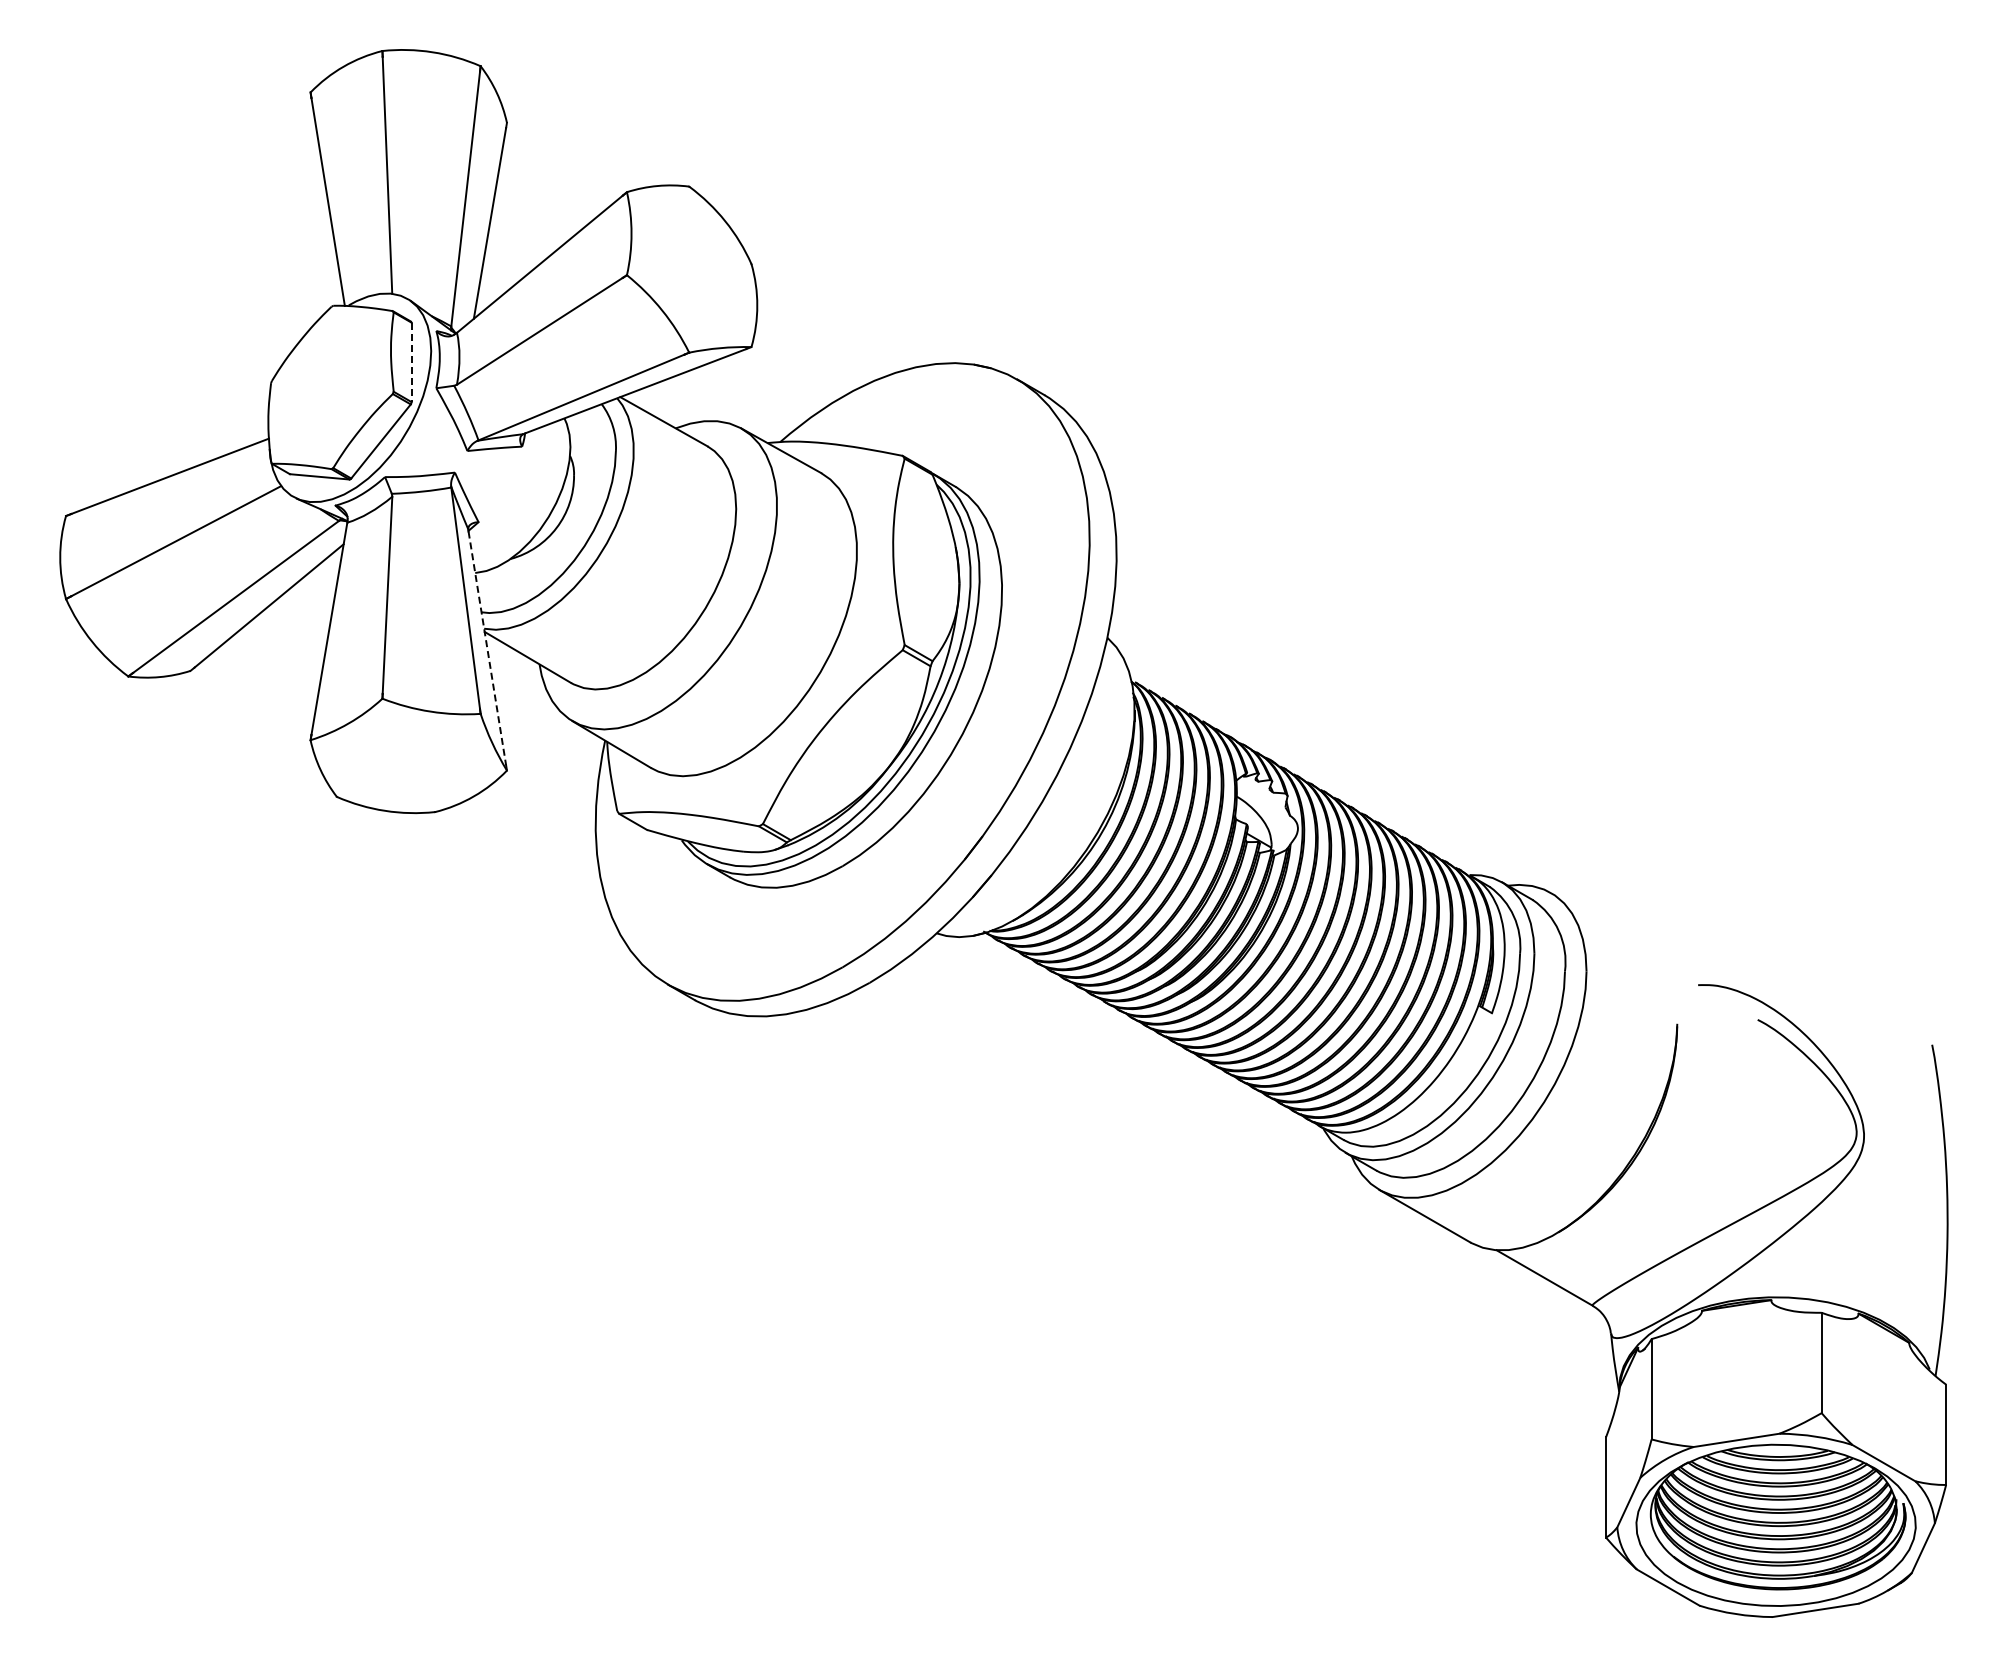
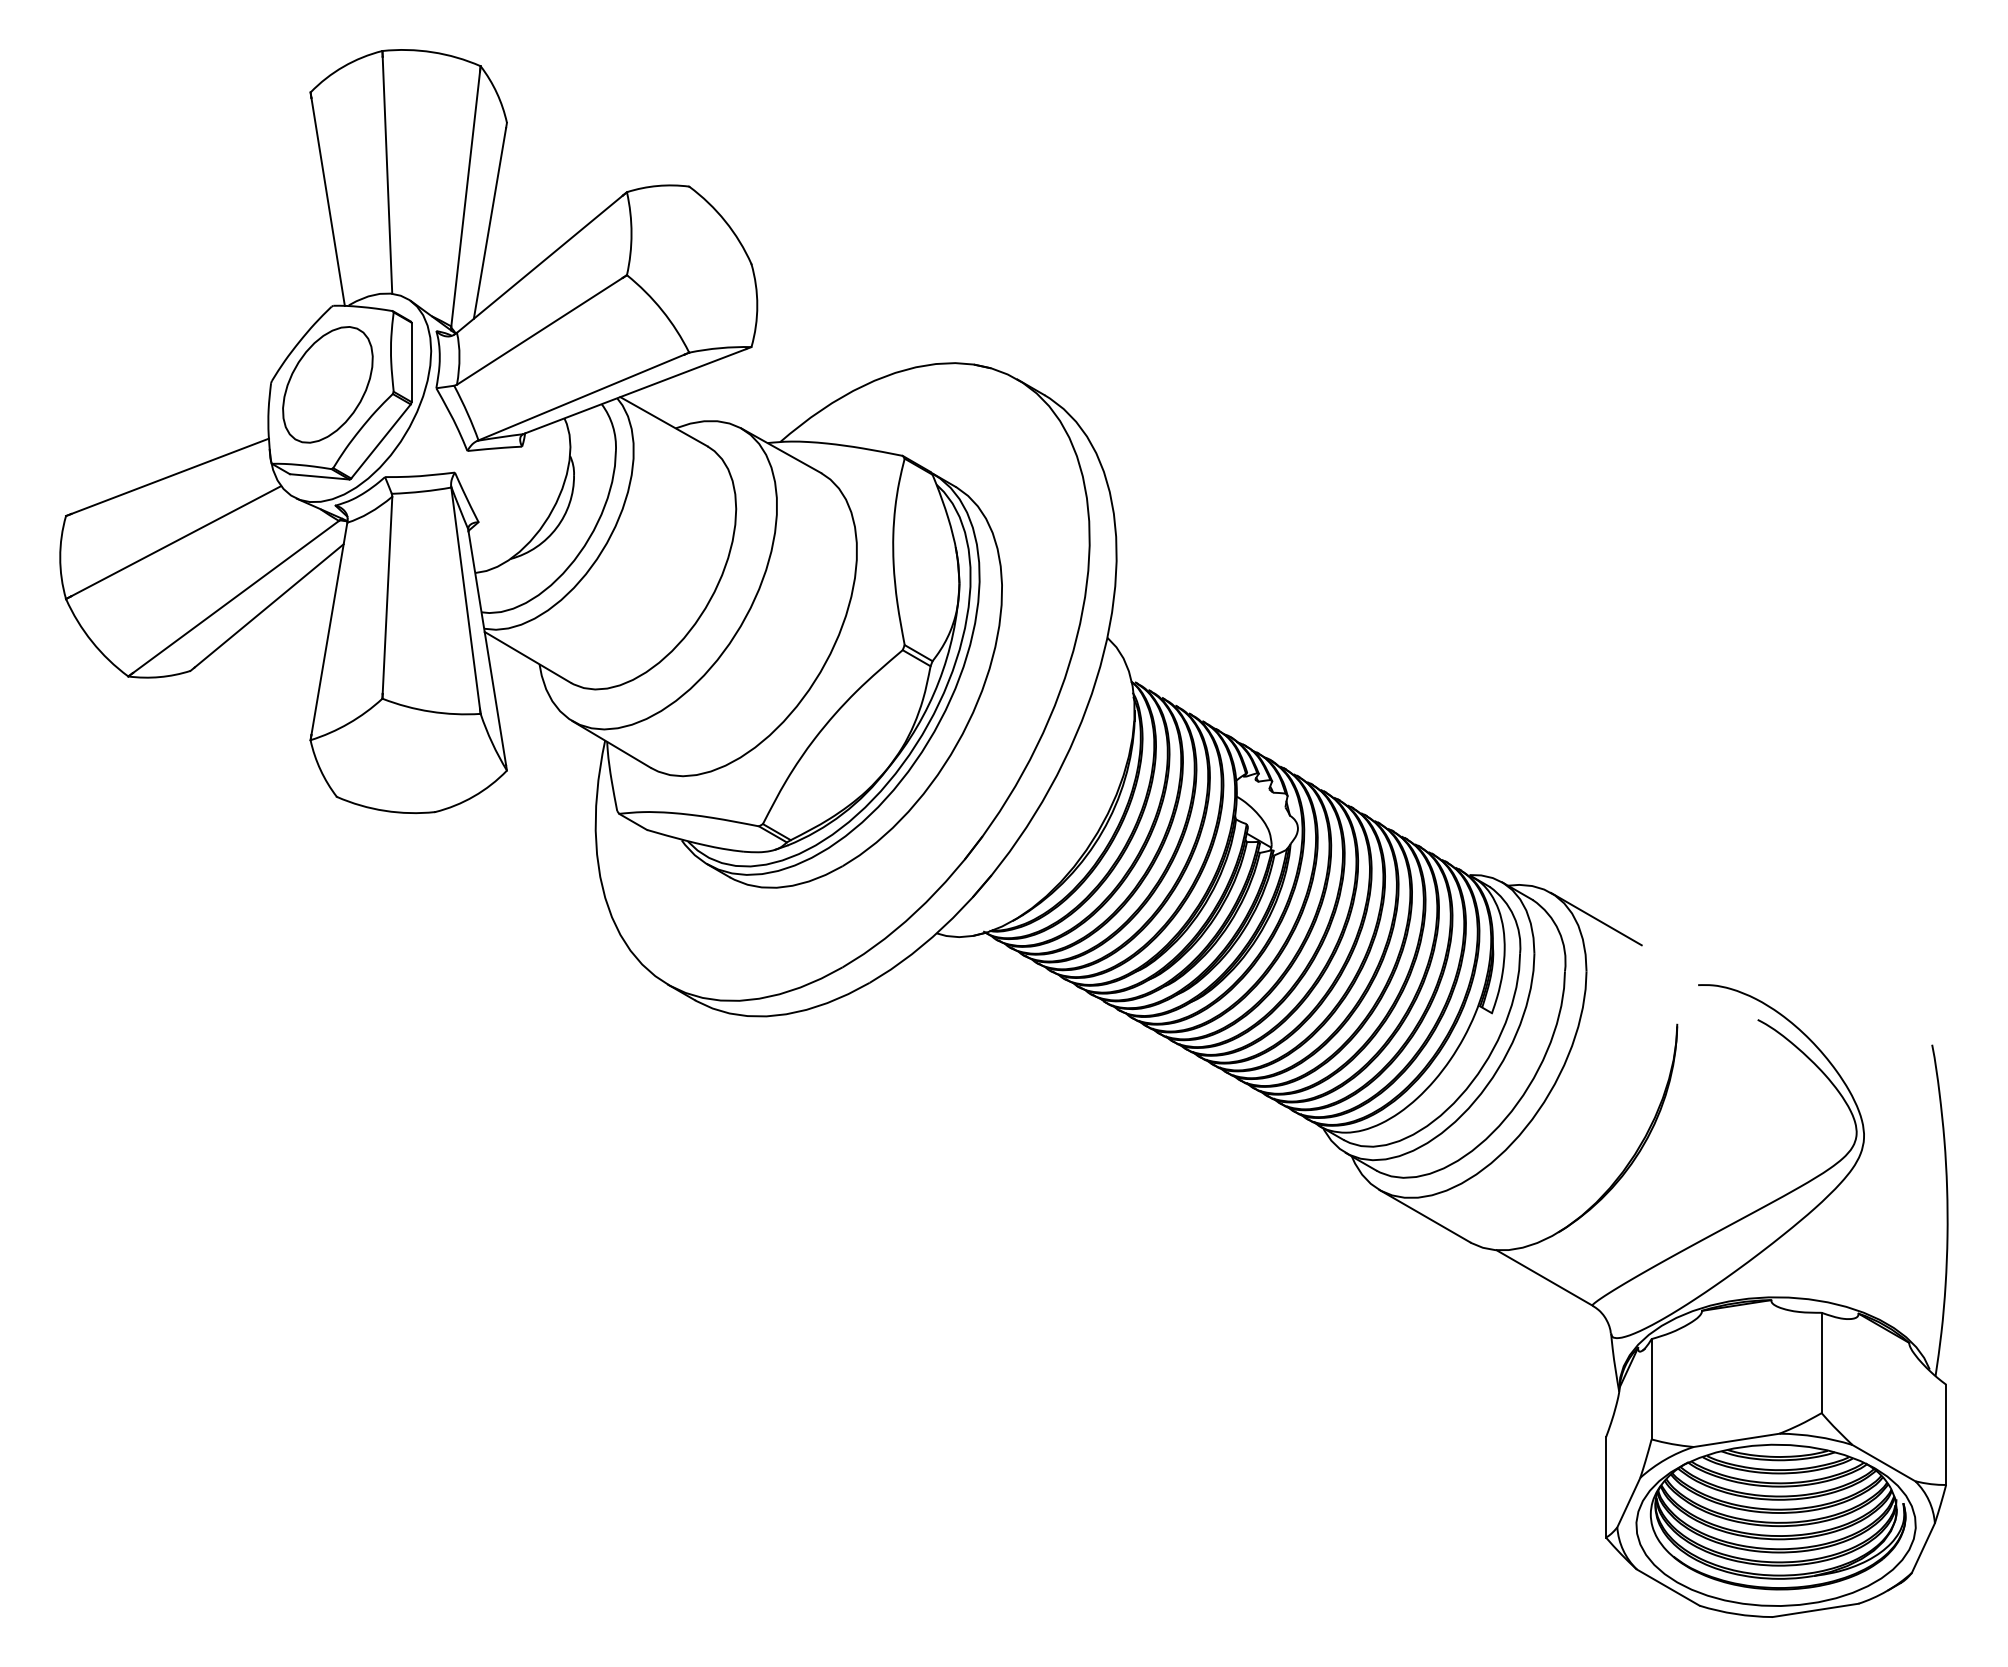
line at (411, 362): dashed -> solid
part at (327, 384): none -> present
line at (487, 648): dashed -> solid
line at (1596, 918): none -> present
